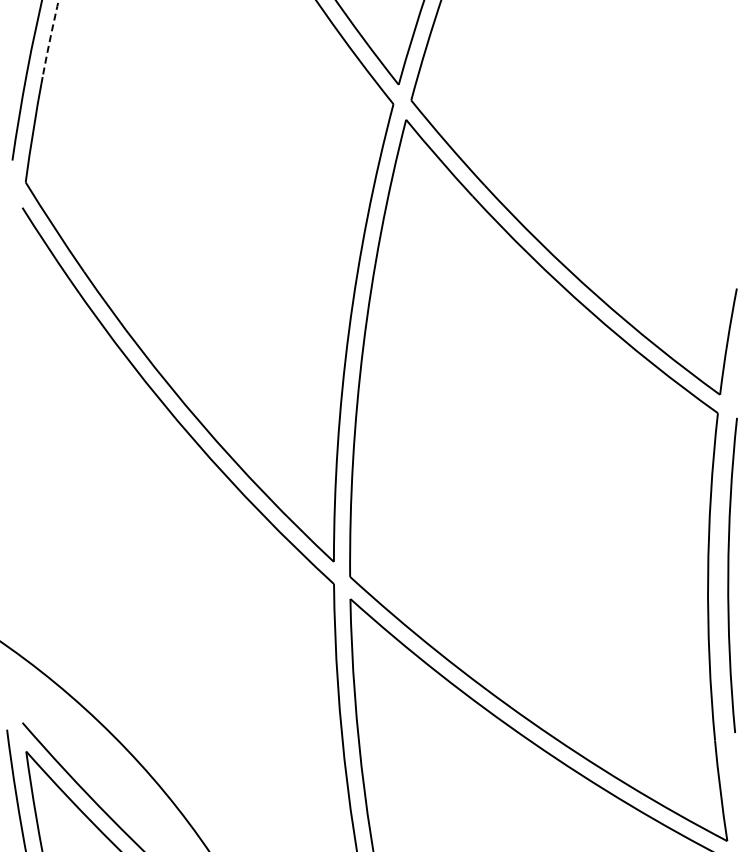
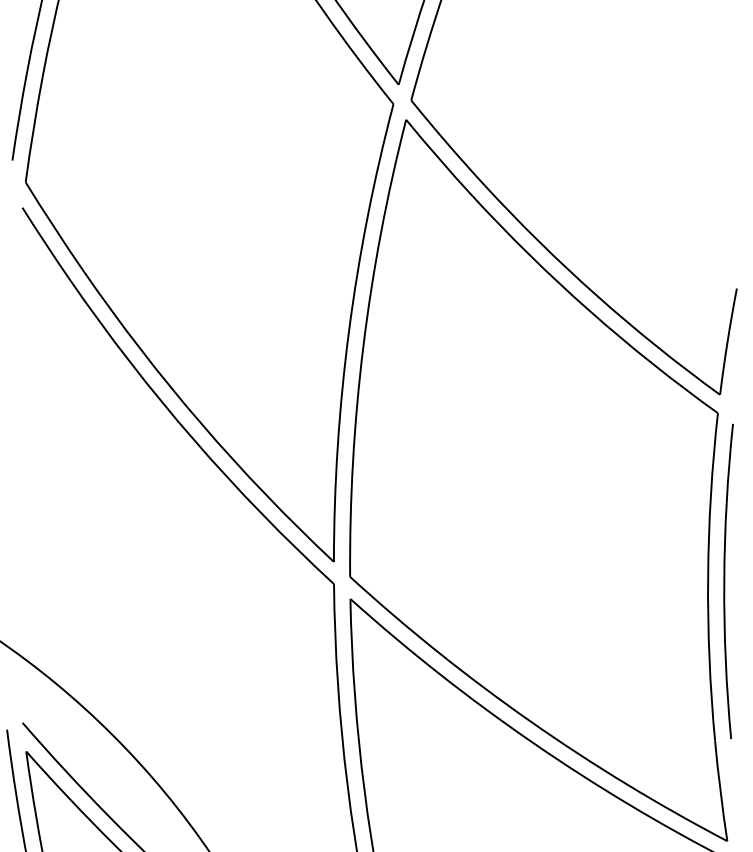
arc at (50, 38): dashed -> solid
arc at (729, 575) position: (729, 575) -> (725, 581)
